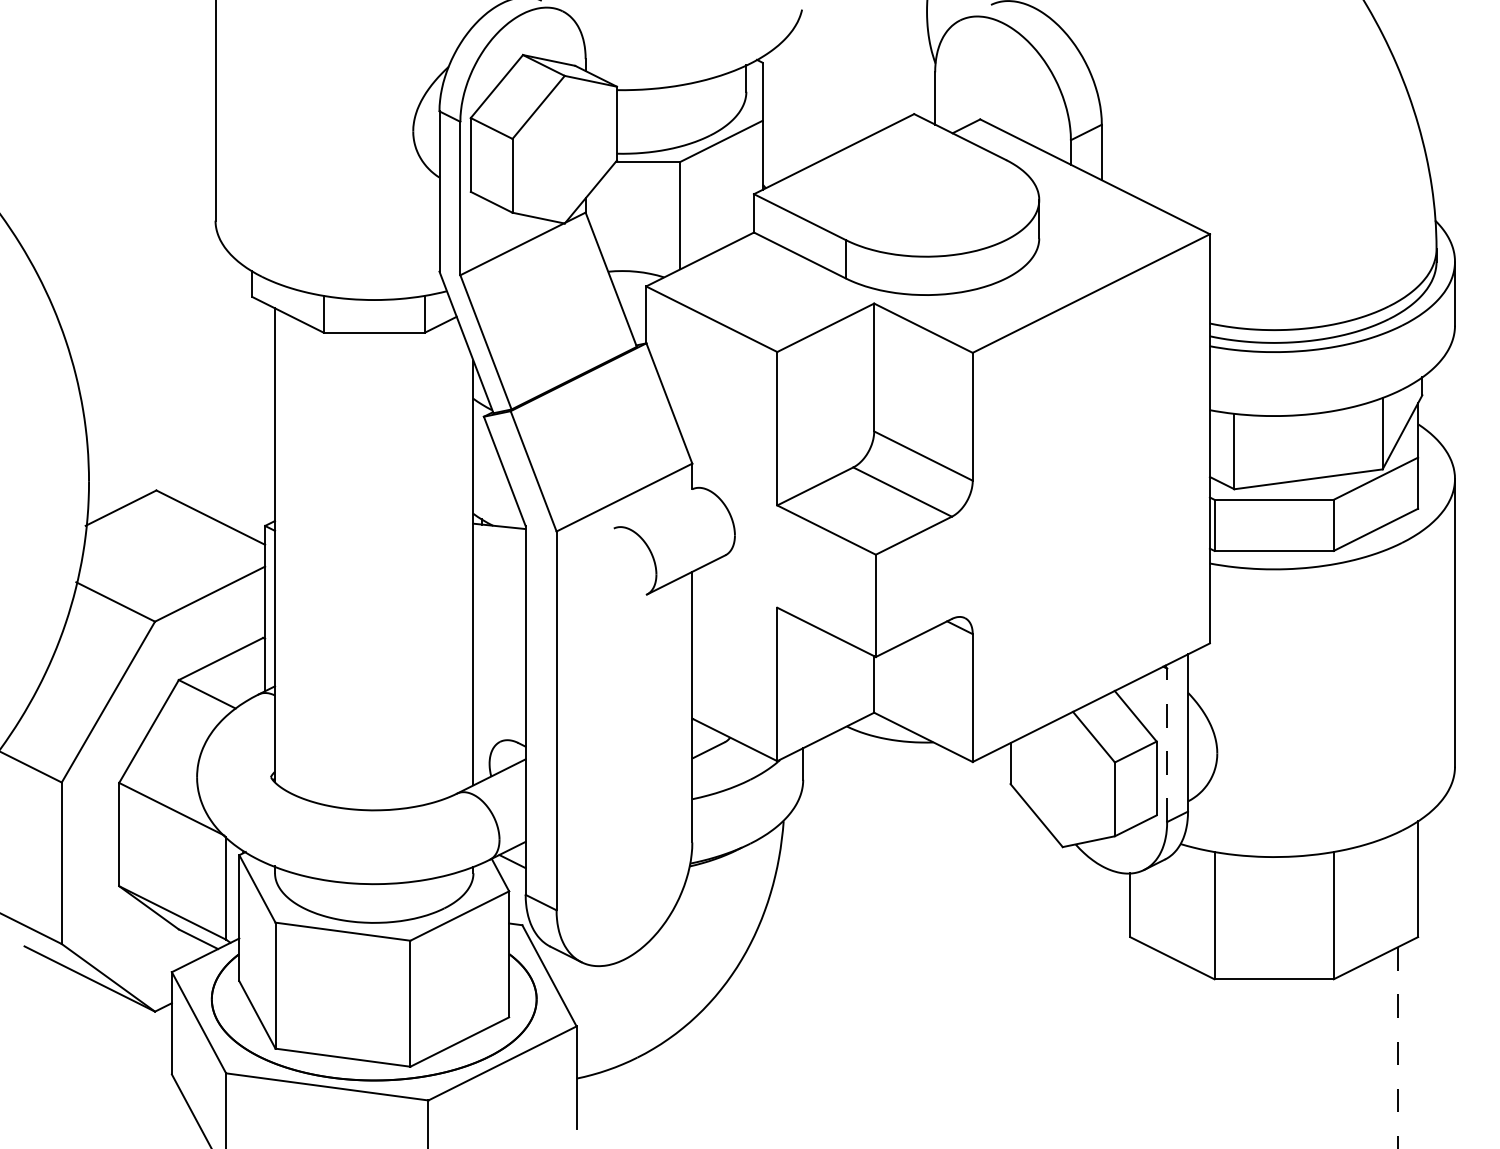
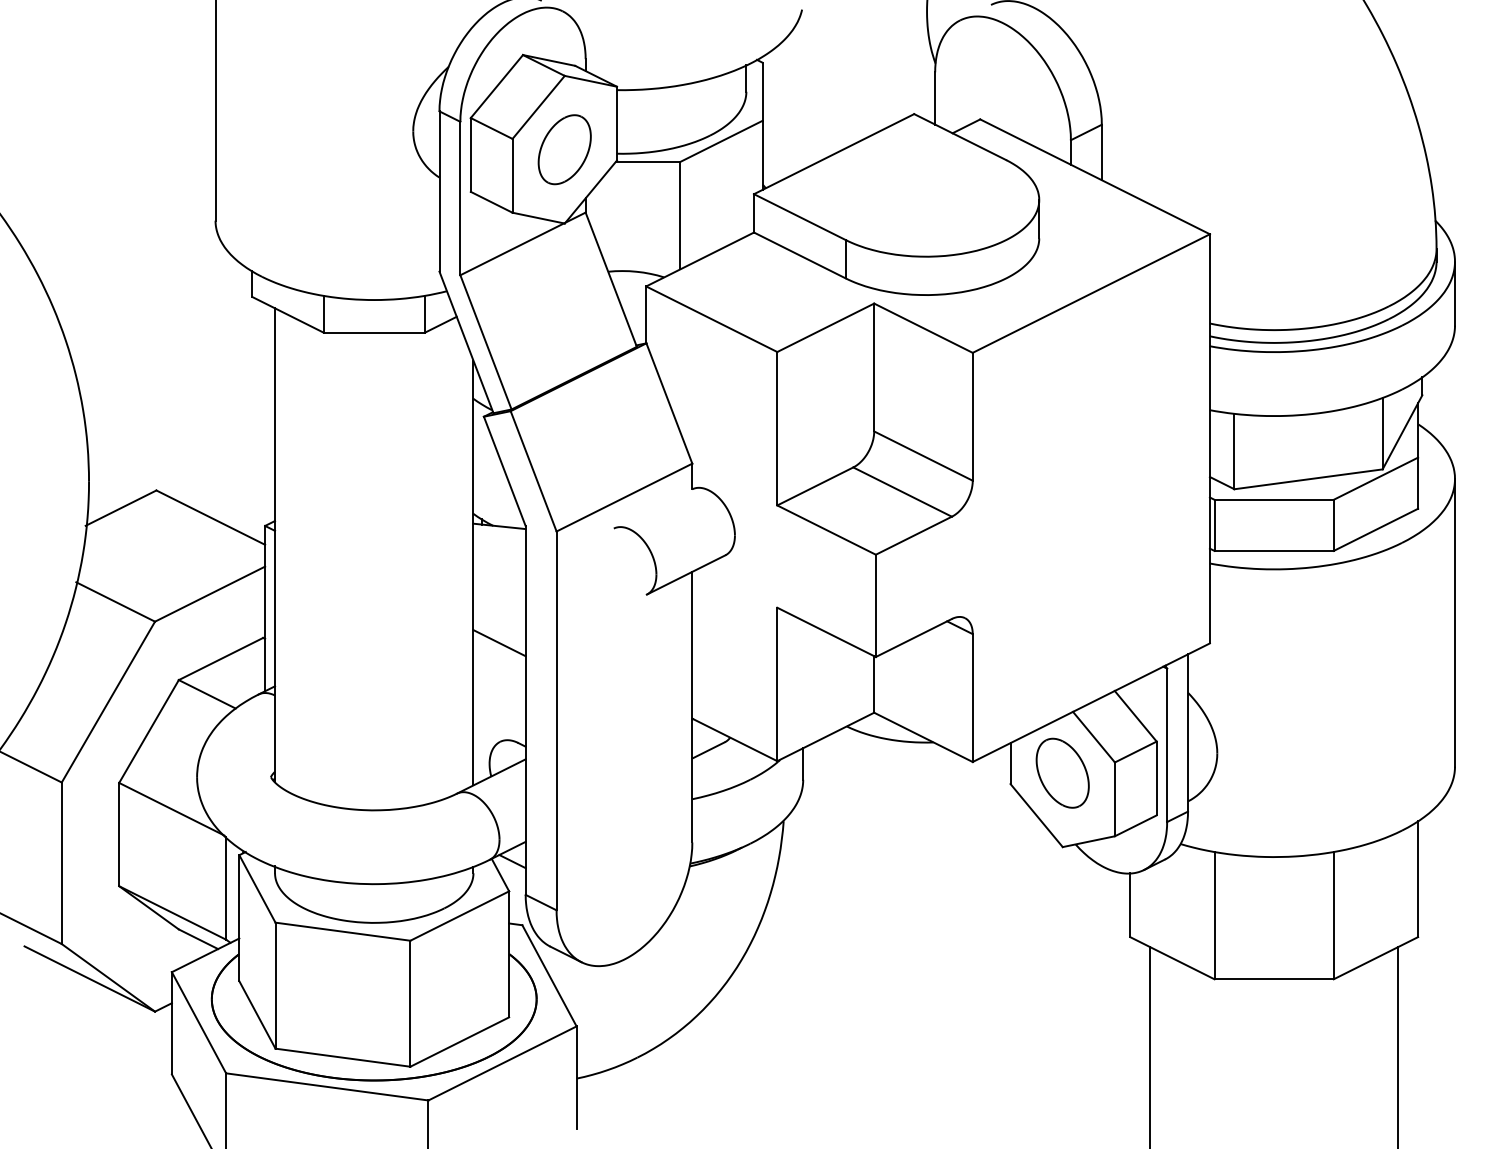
part at (564, 149): none -> present
line at (499, 643): none -> present
line at (1167, 745): dashed -> solid
part at (1062, 772): none -> present
line at (1150, 1046): none -> present
line at (1398, 1048): dashed -> solid
